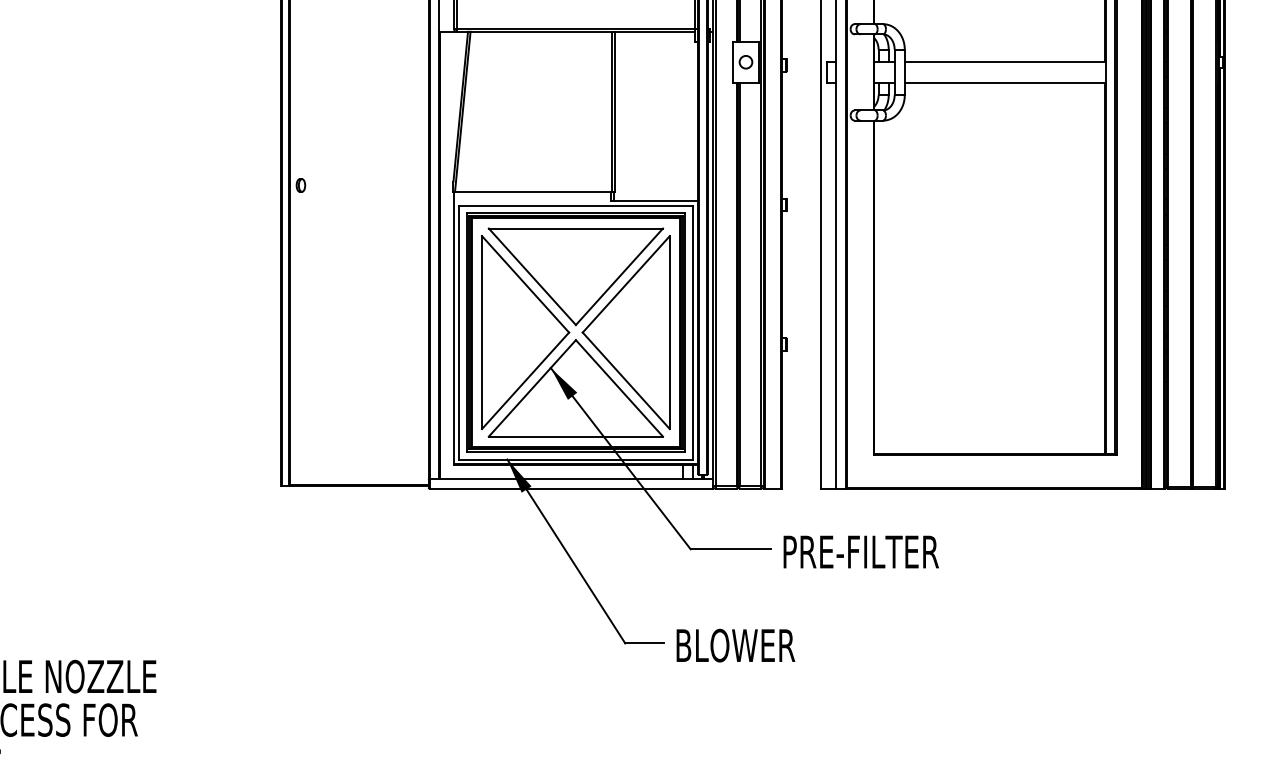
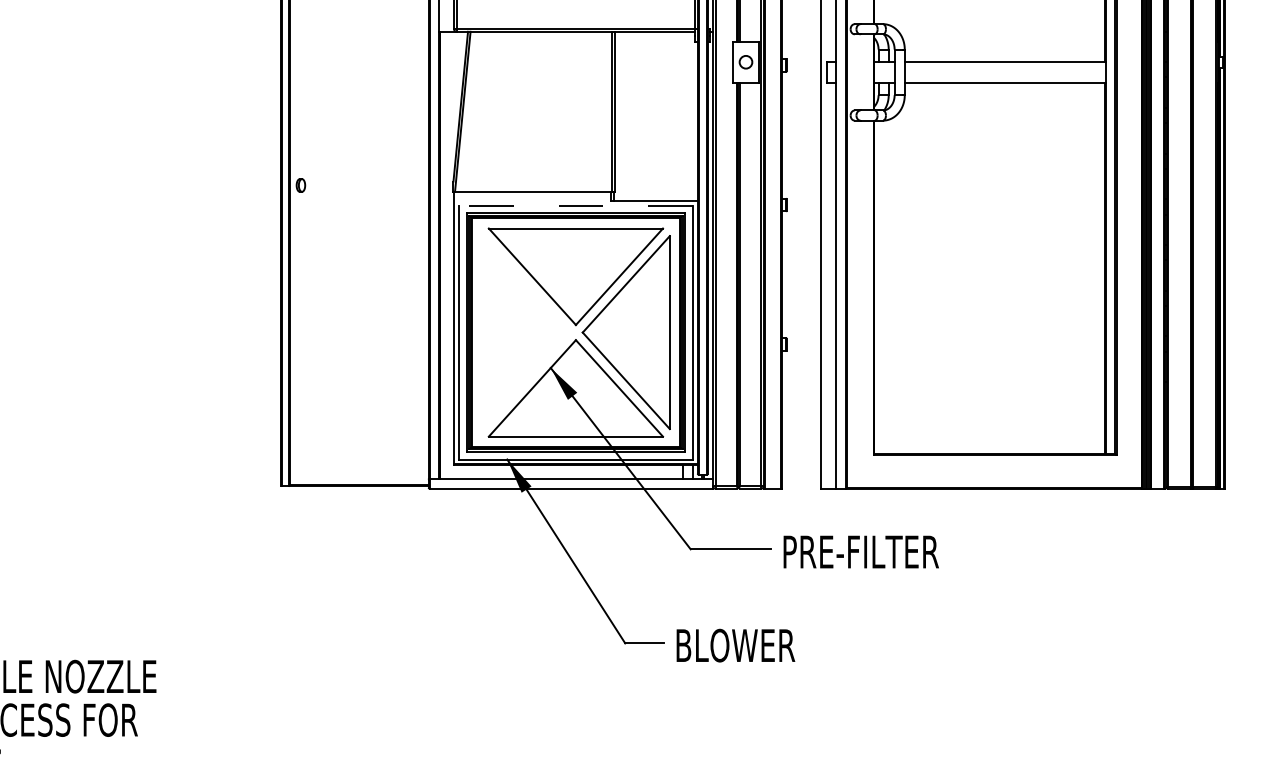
line at (575, 205): solid -> dashed
part at (525, 332): present -> none
